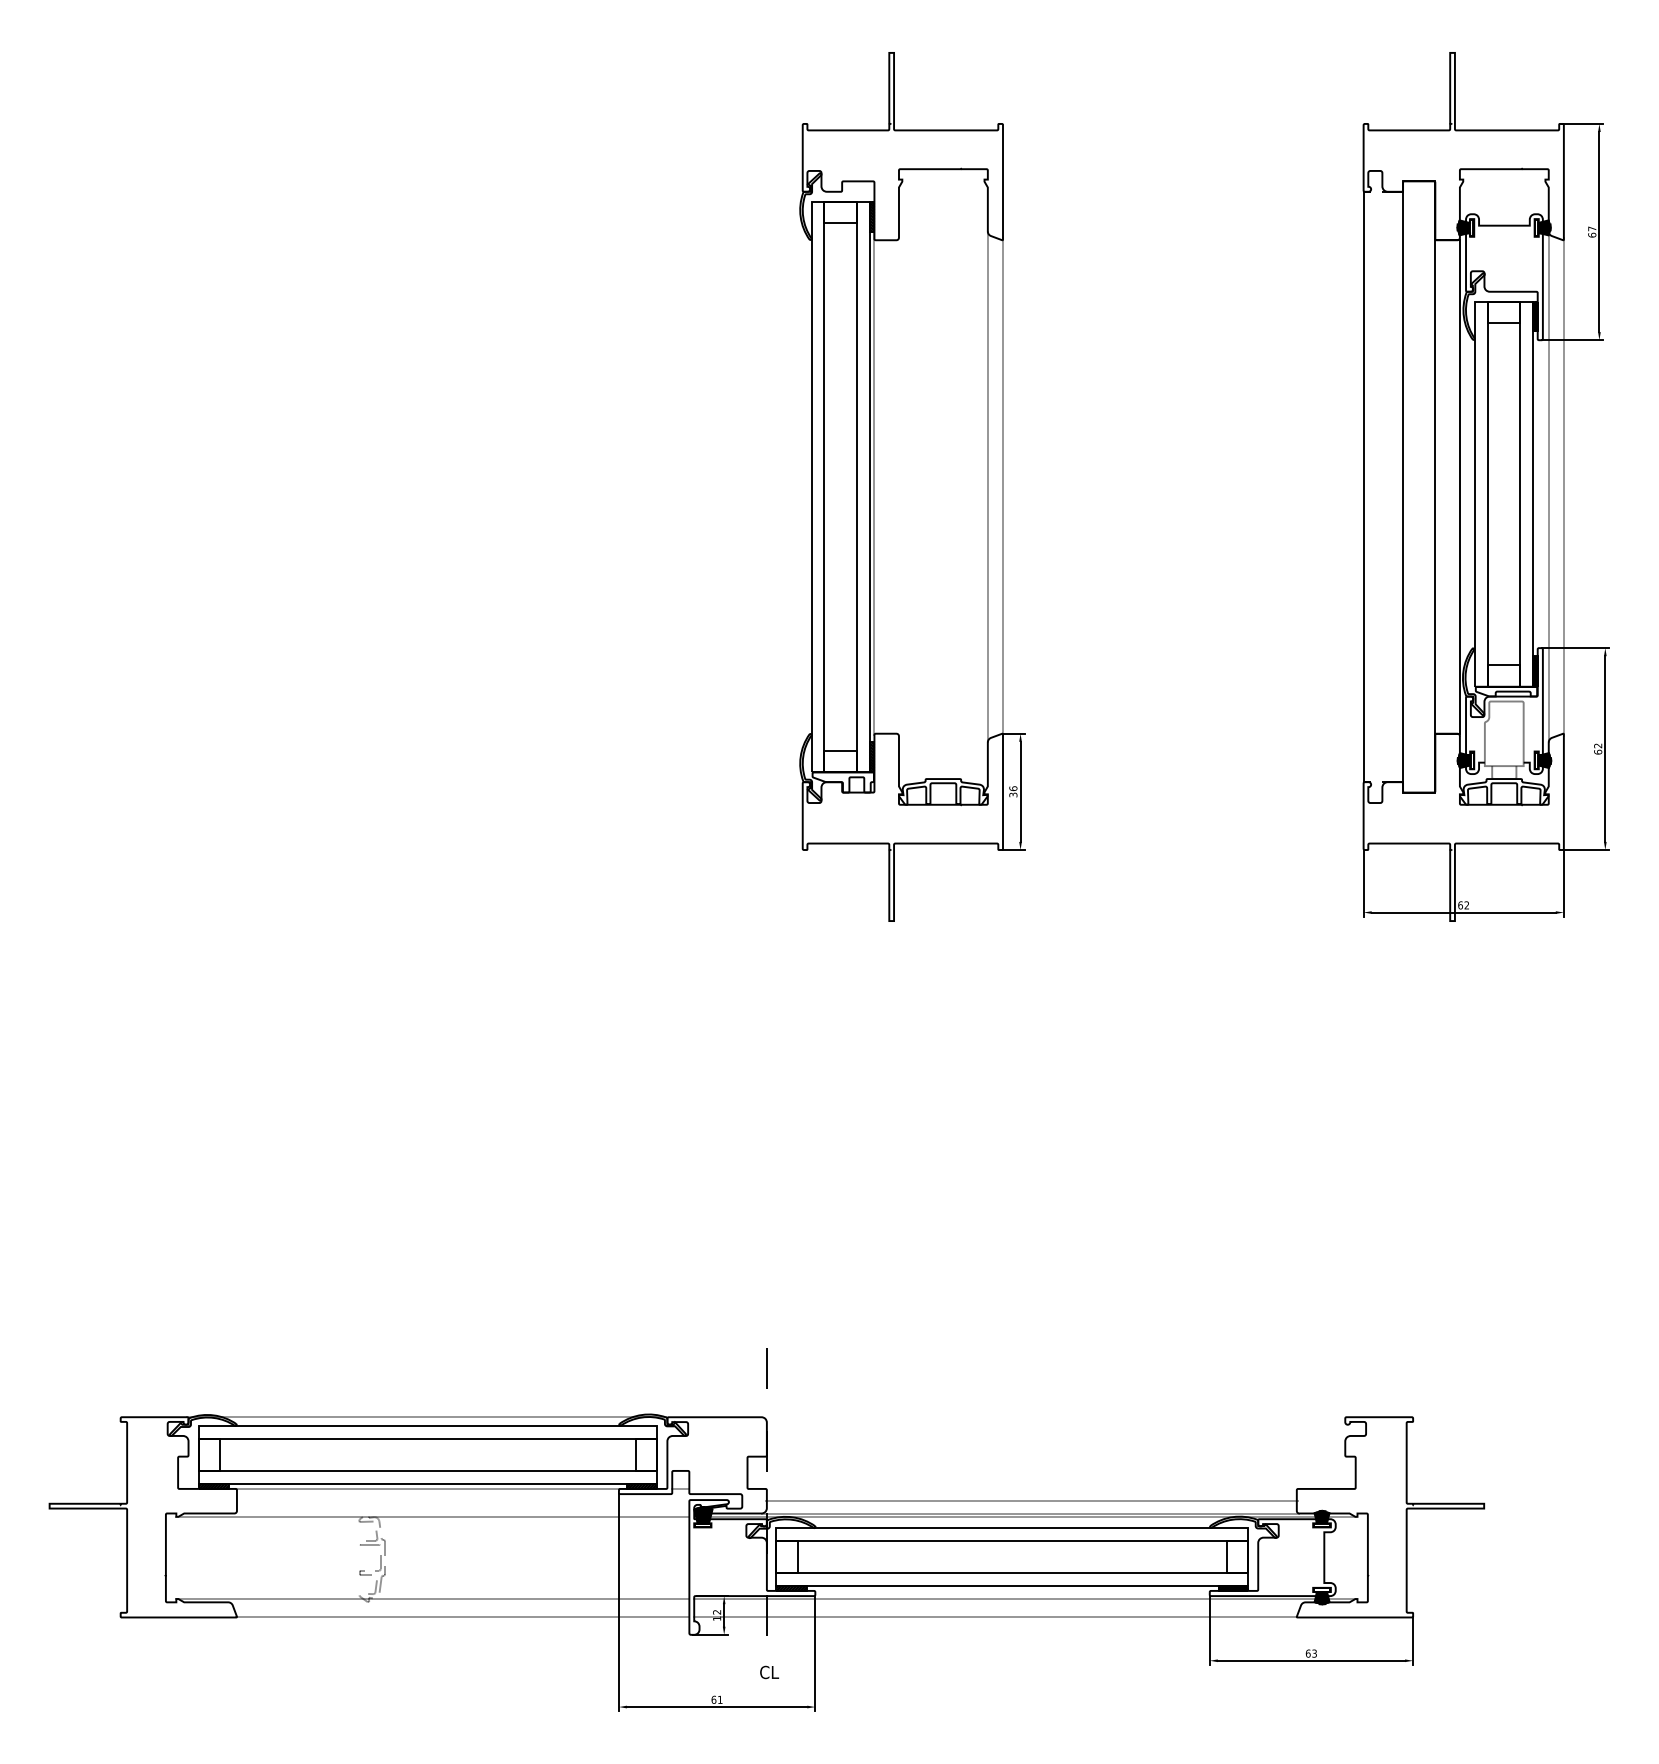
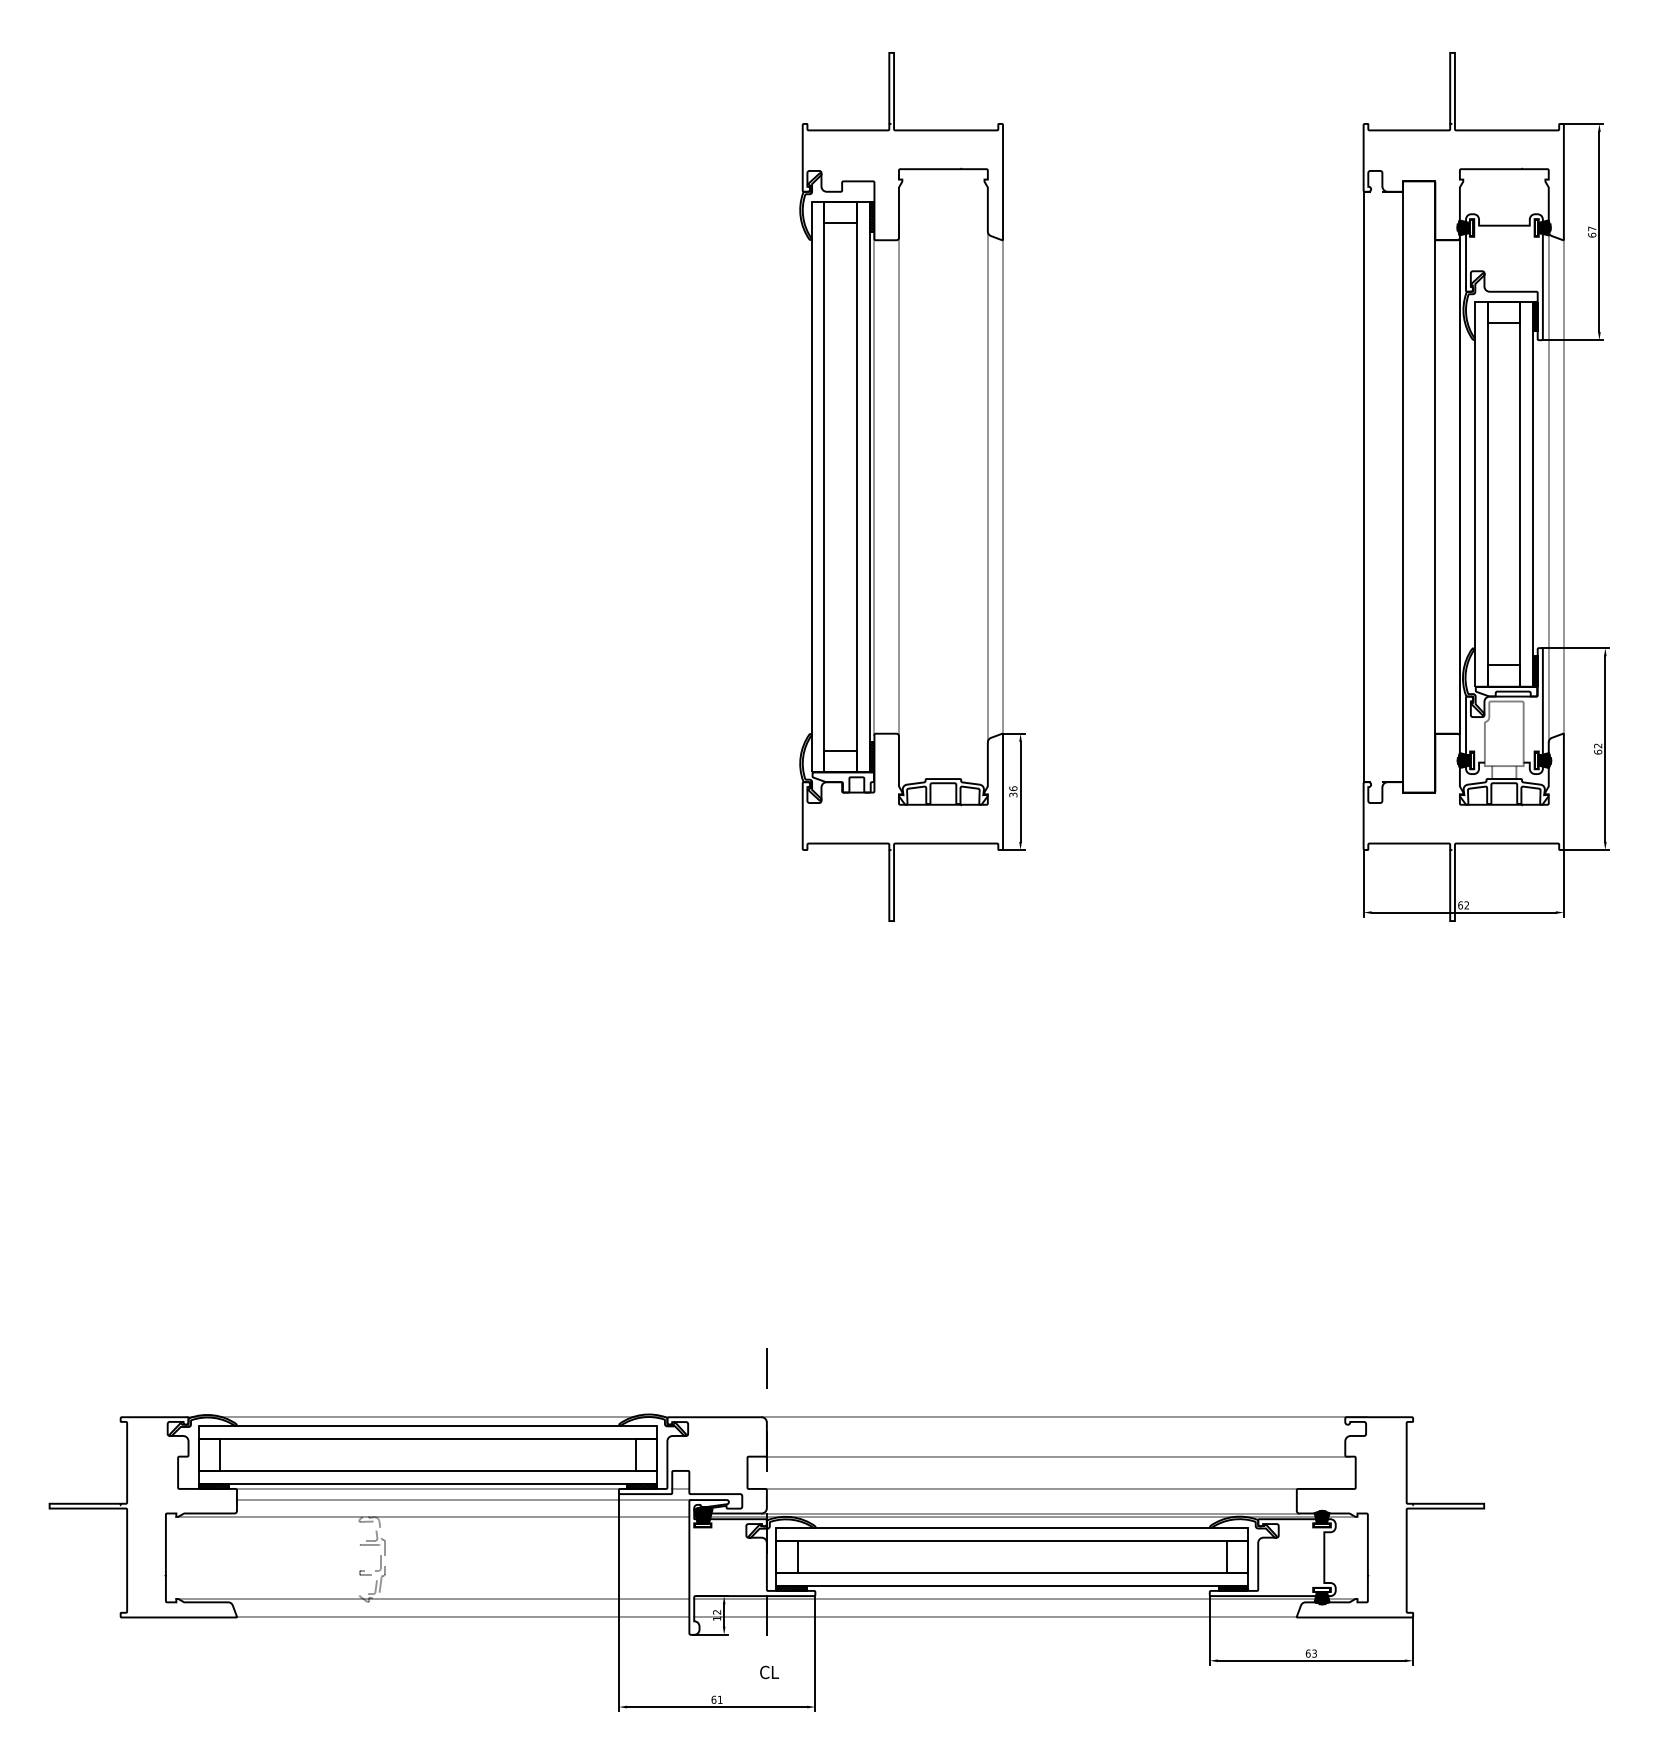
line at (898, 480): none -> present
line at (1064, 1417): none -> present
line at (1057, 1456): none -> present
line at (463, 1500): none -> present
line at (1031, 1500) position: (1031, 1500) -> (1031, 1488)
